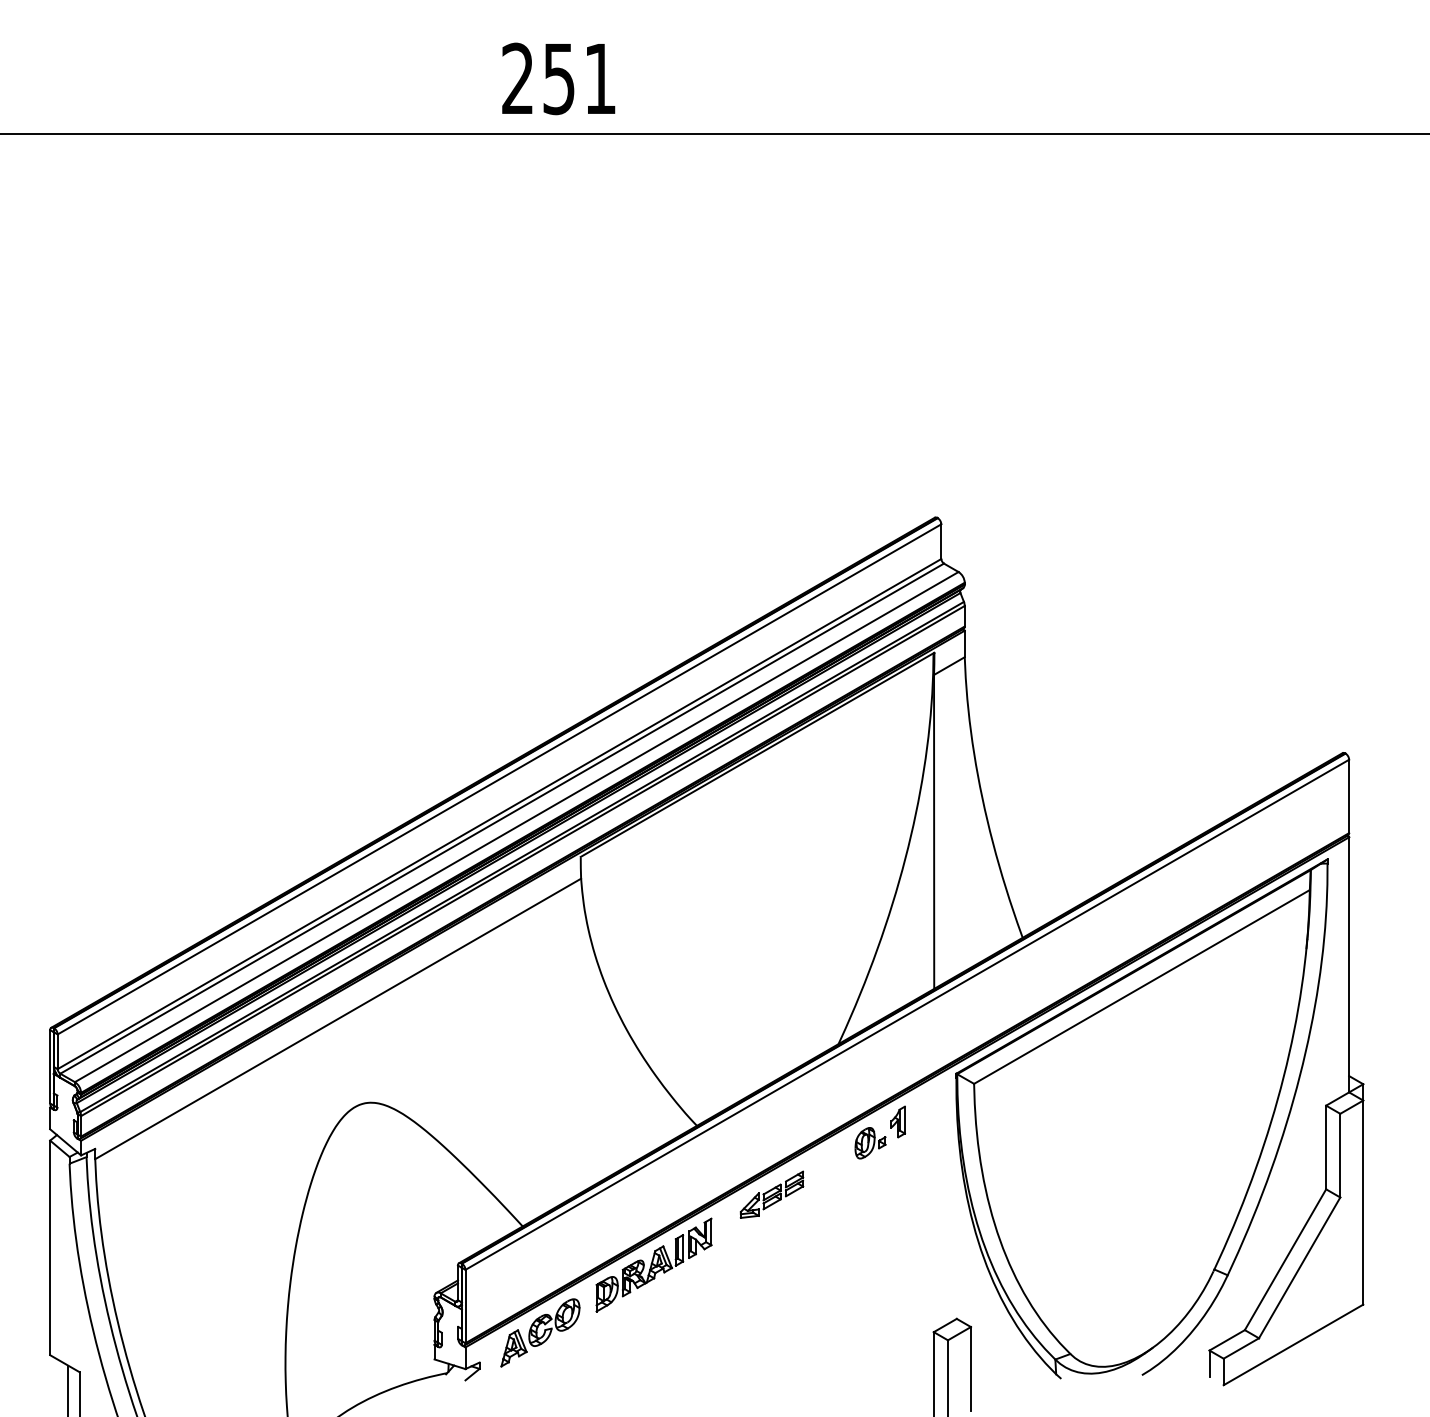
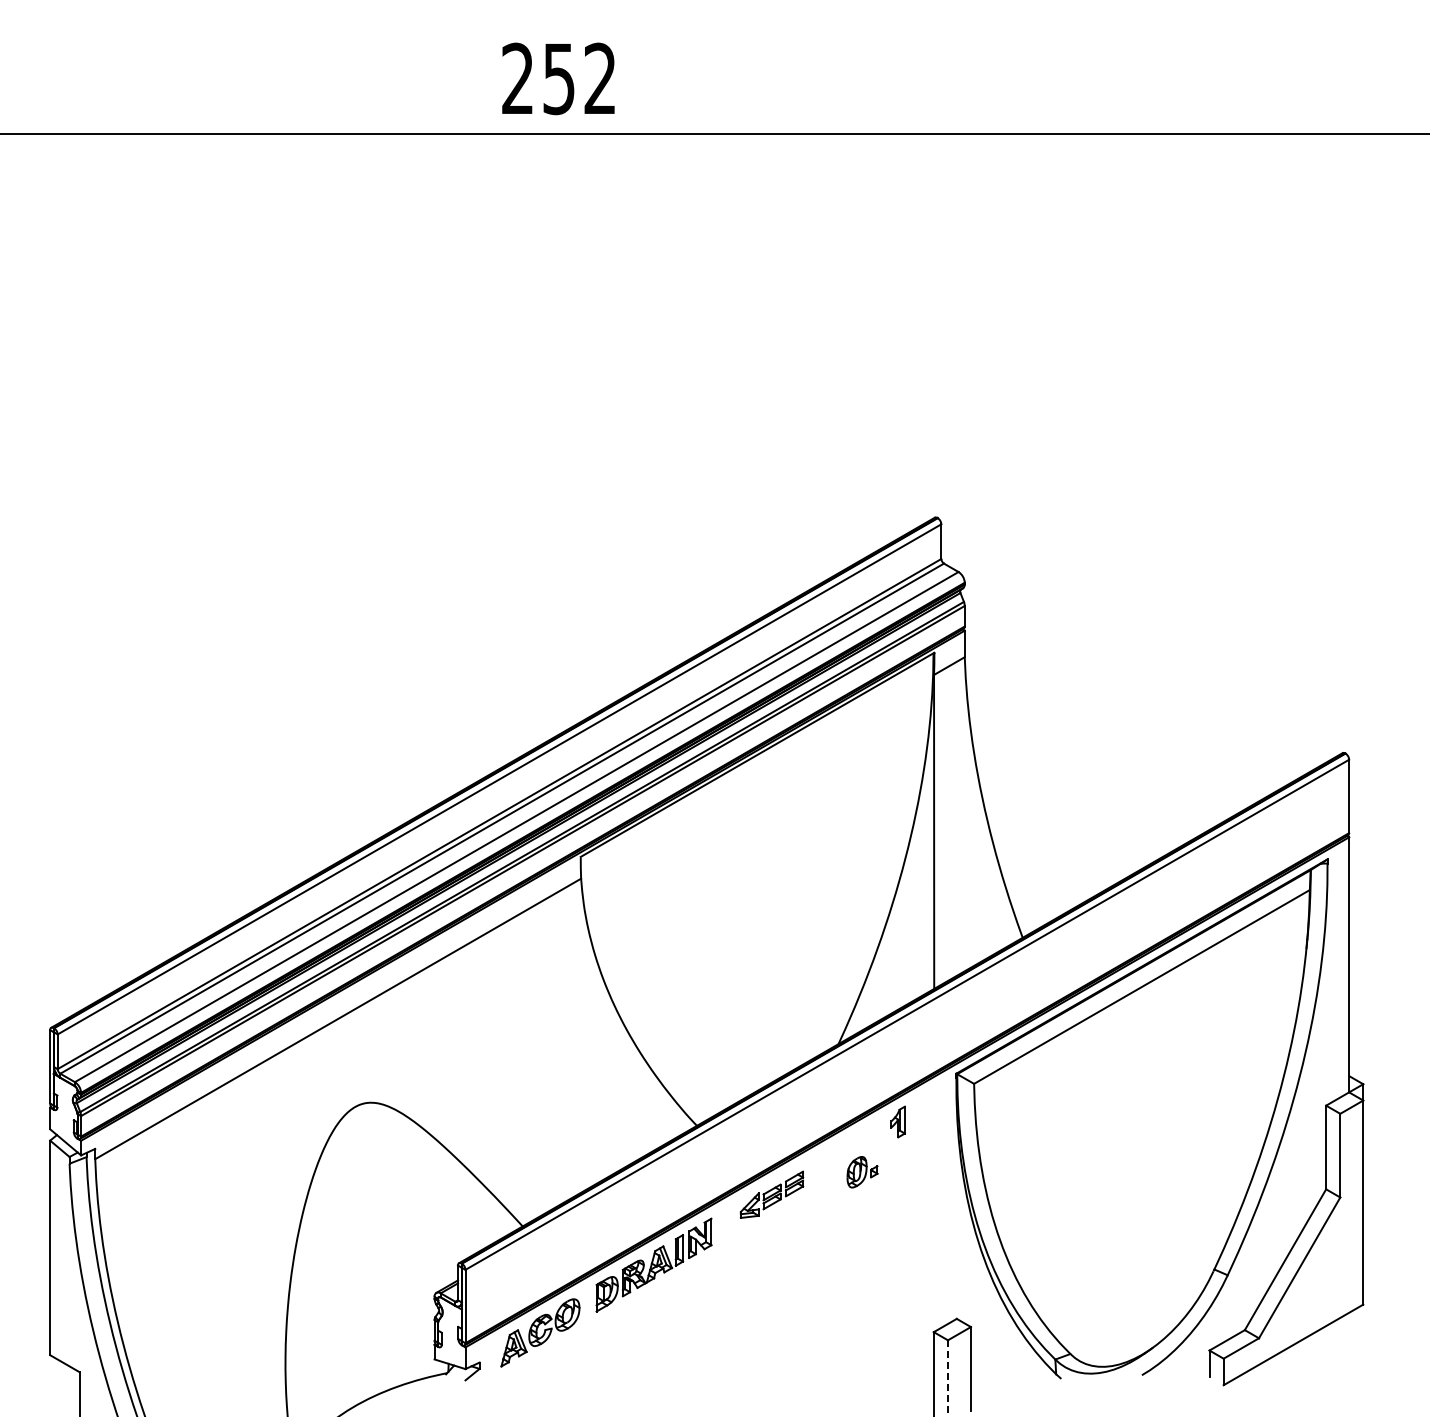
text at (599, 77): 251 -> 252
part at (870, 1143) position: (870, 1143) -> (862, 1172)
line at (947, 1379): solid -> dashed
line at (68, 1389): present -> none
